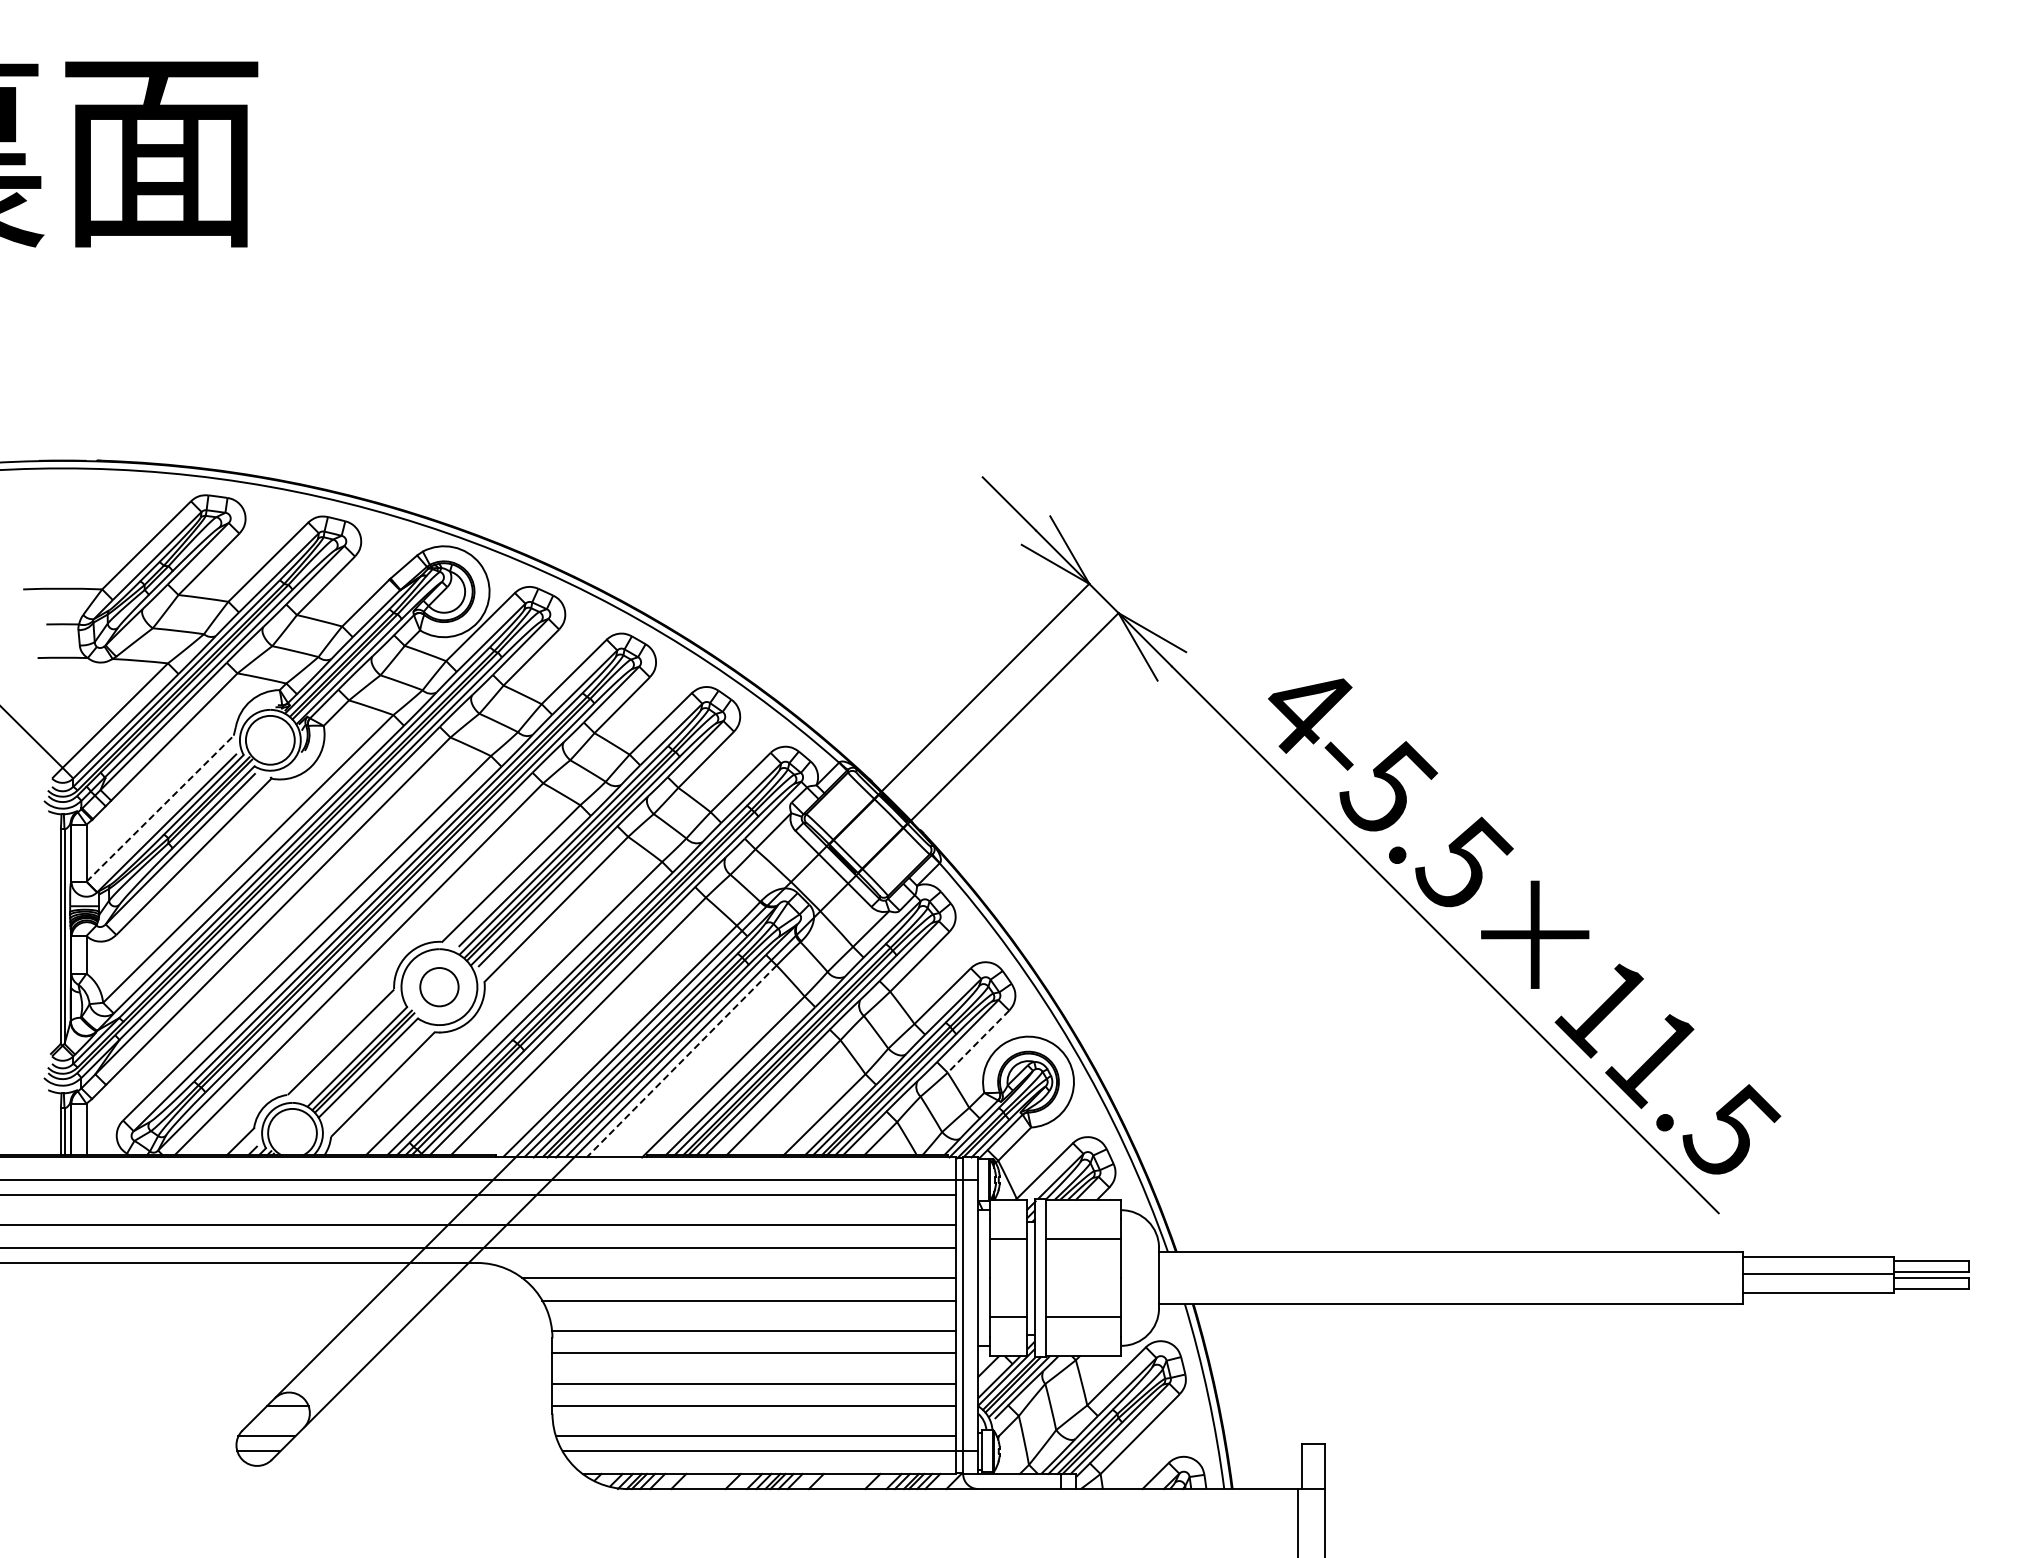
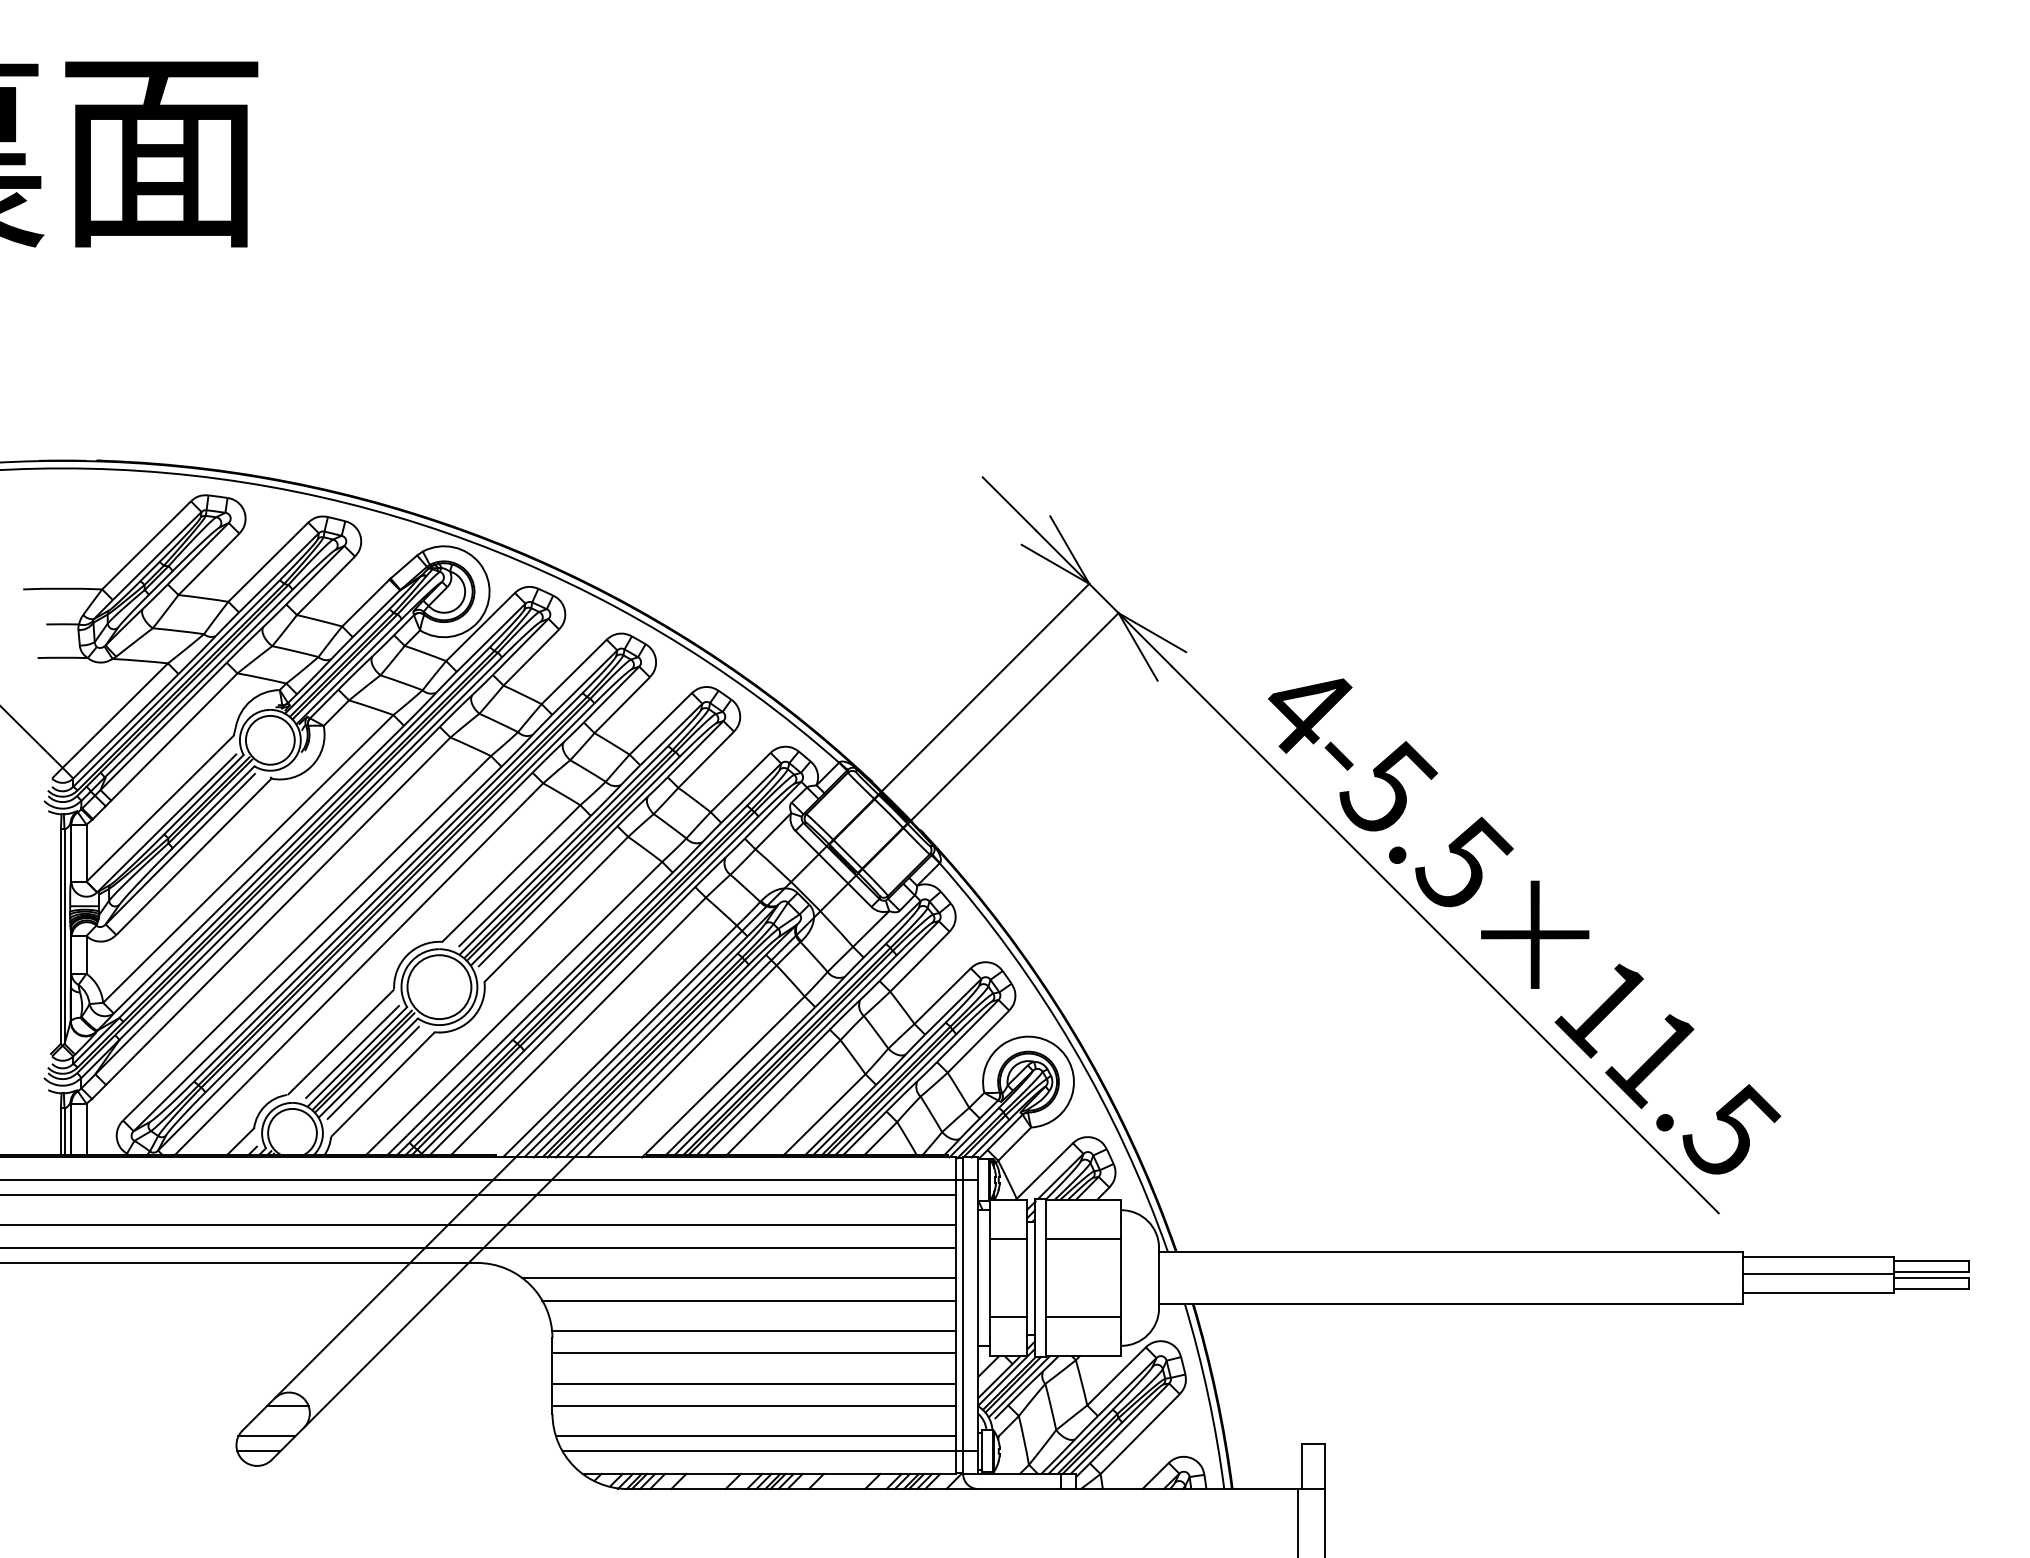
line at (160, 808): dashed -> solid
circle at (439, 987) diameter: 38 px -> 64 px
line at (979, 1041): dashed -> solid
line at (352, 1051): none -> present
line at (681, 1061): dashed -> solid
line at (372, 1072): none -> present
